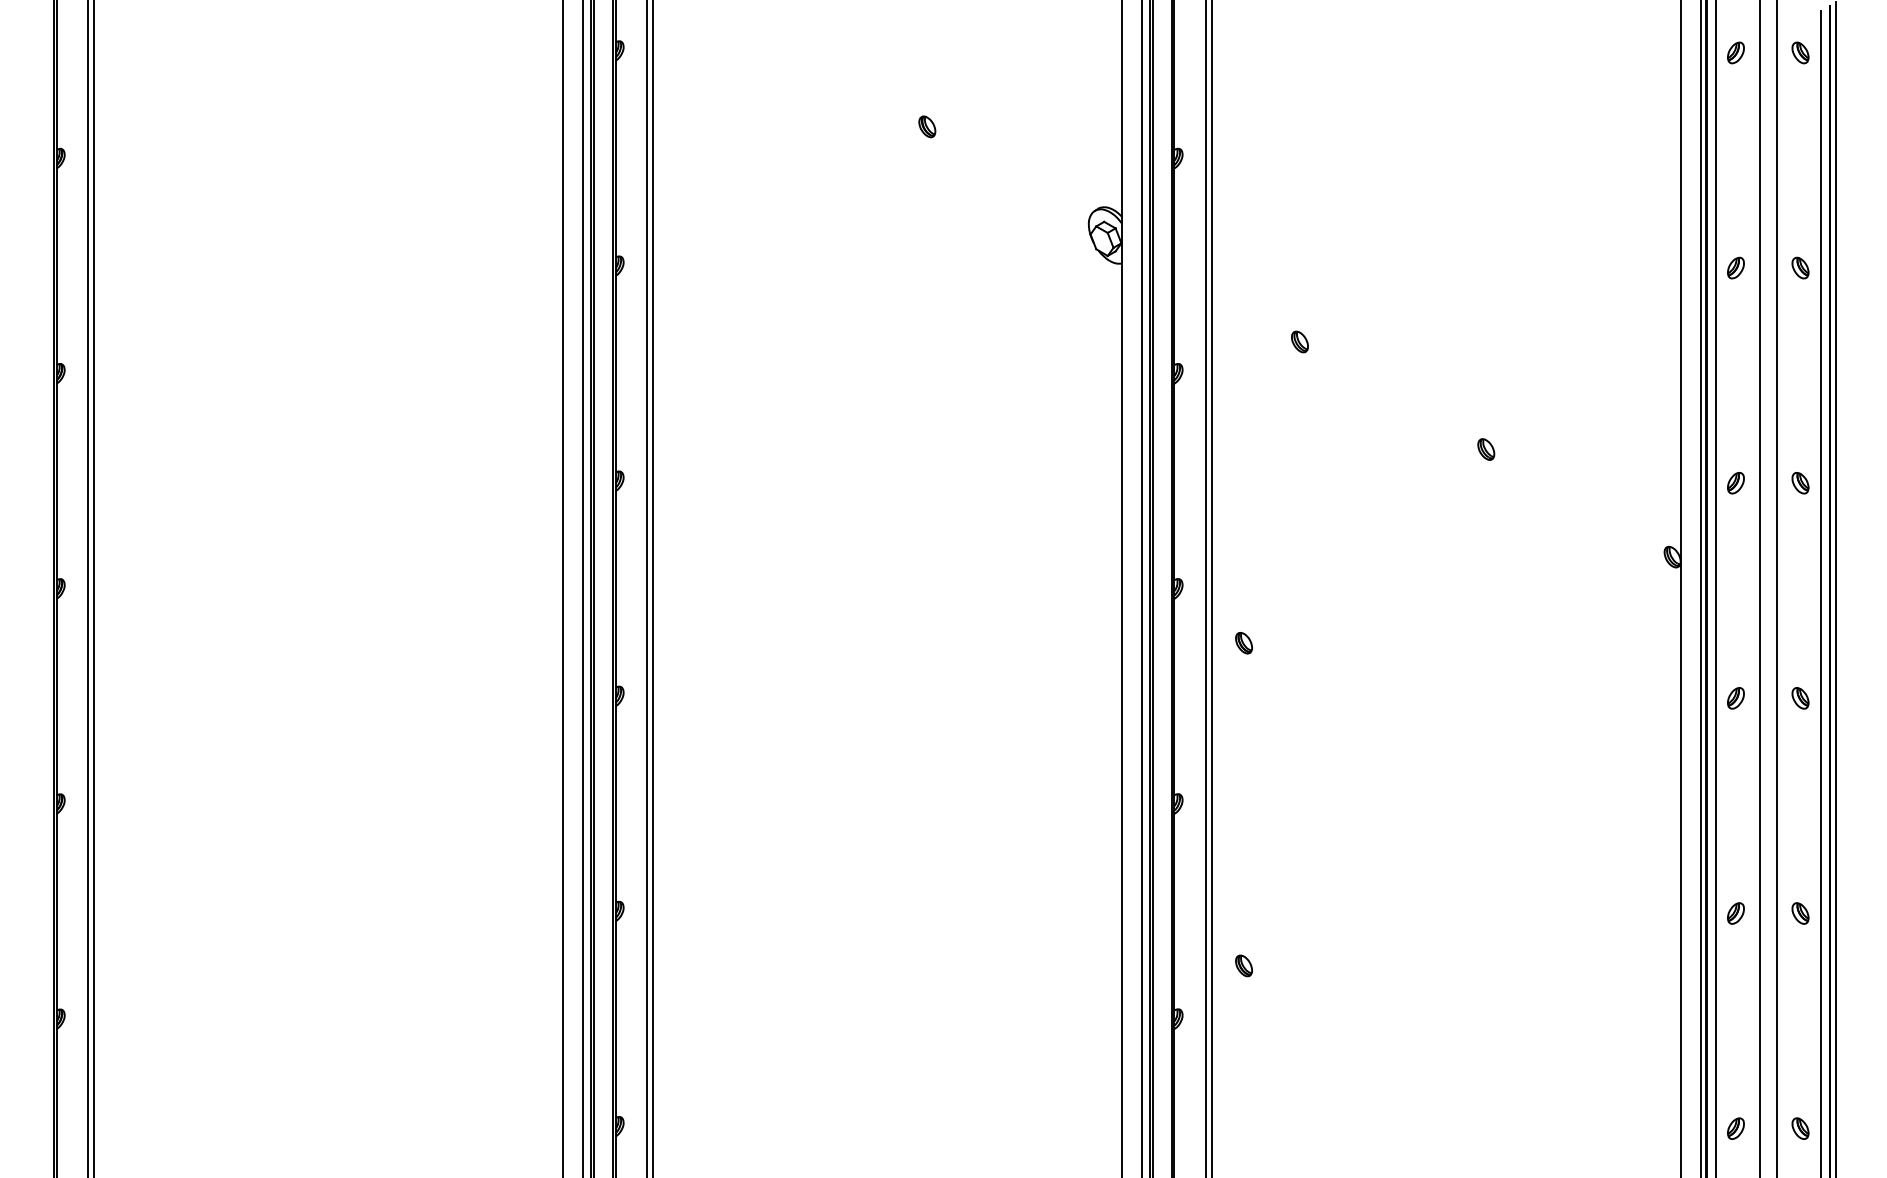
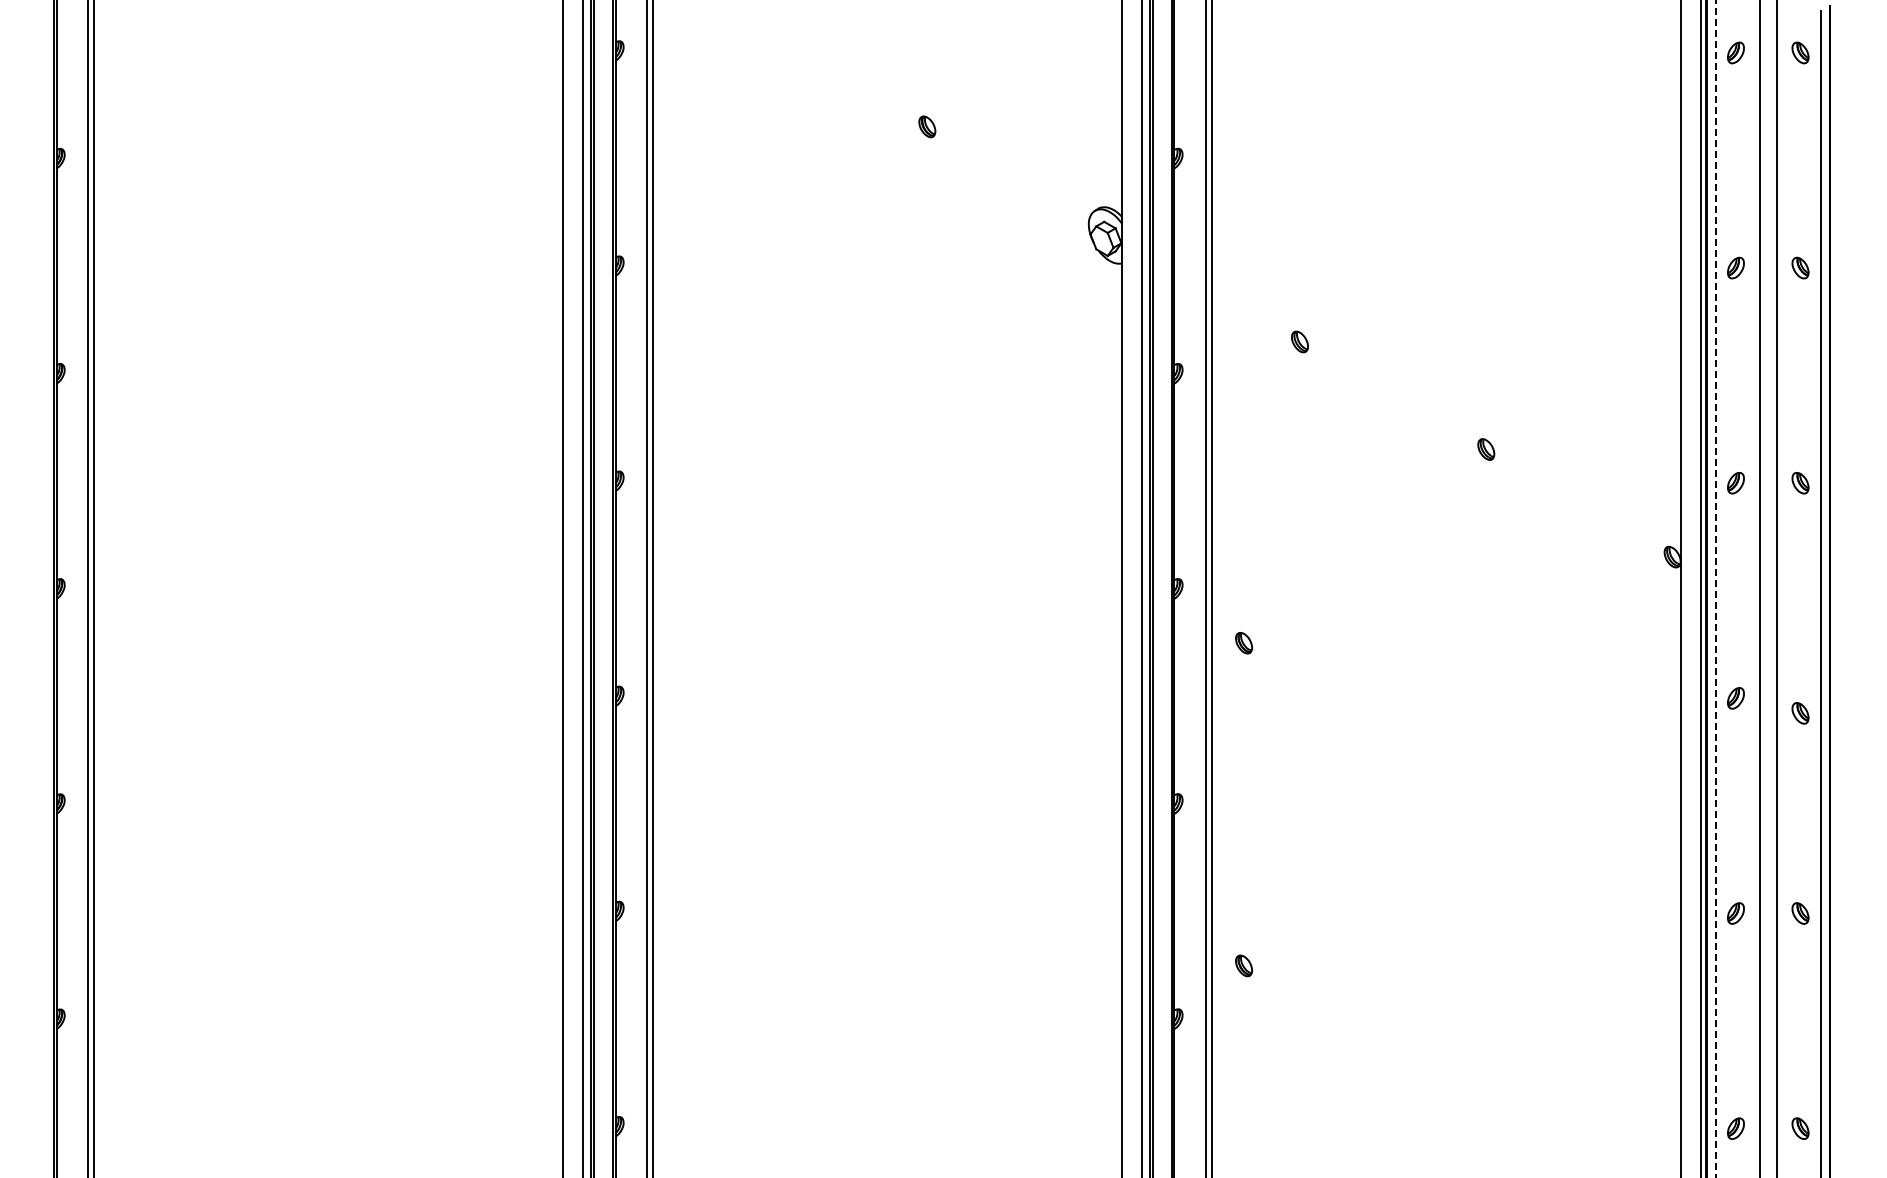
line at (1715, 588): solid -> dashed
line at (1835, 588): present -> none
part at (1800, 698) position: (1800, 698) -> (1800, 713)
